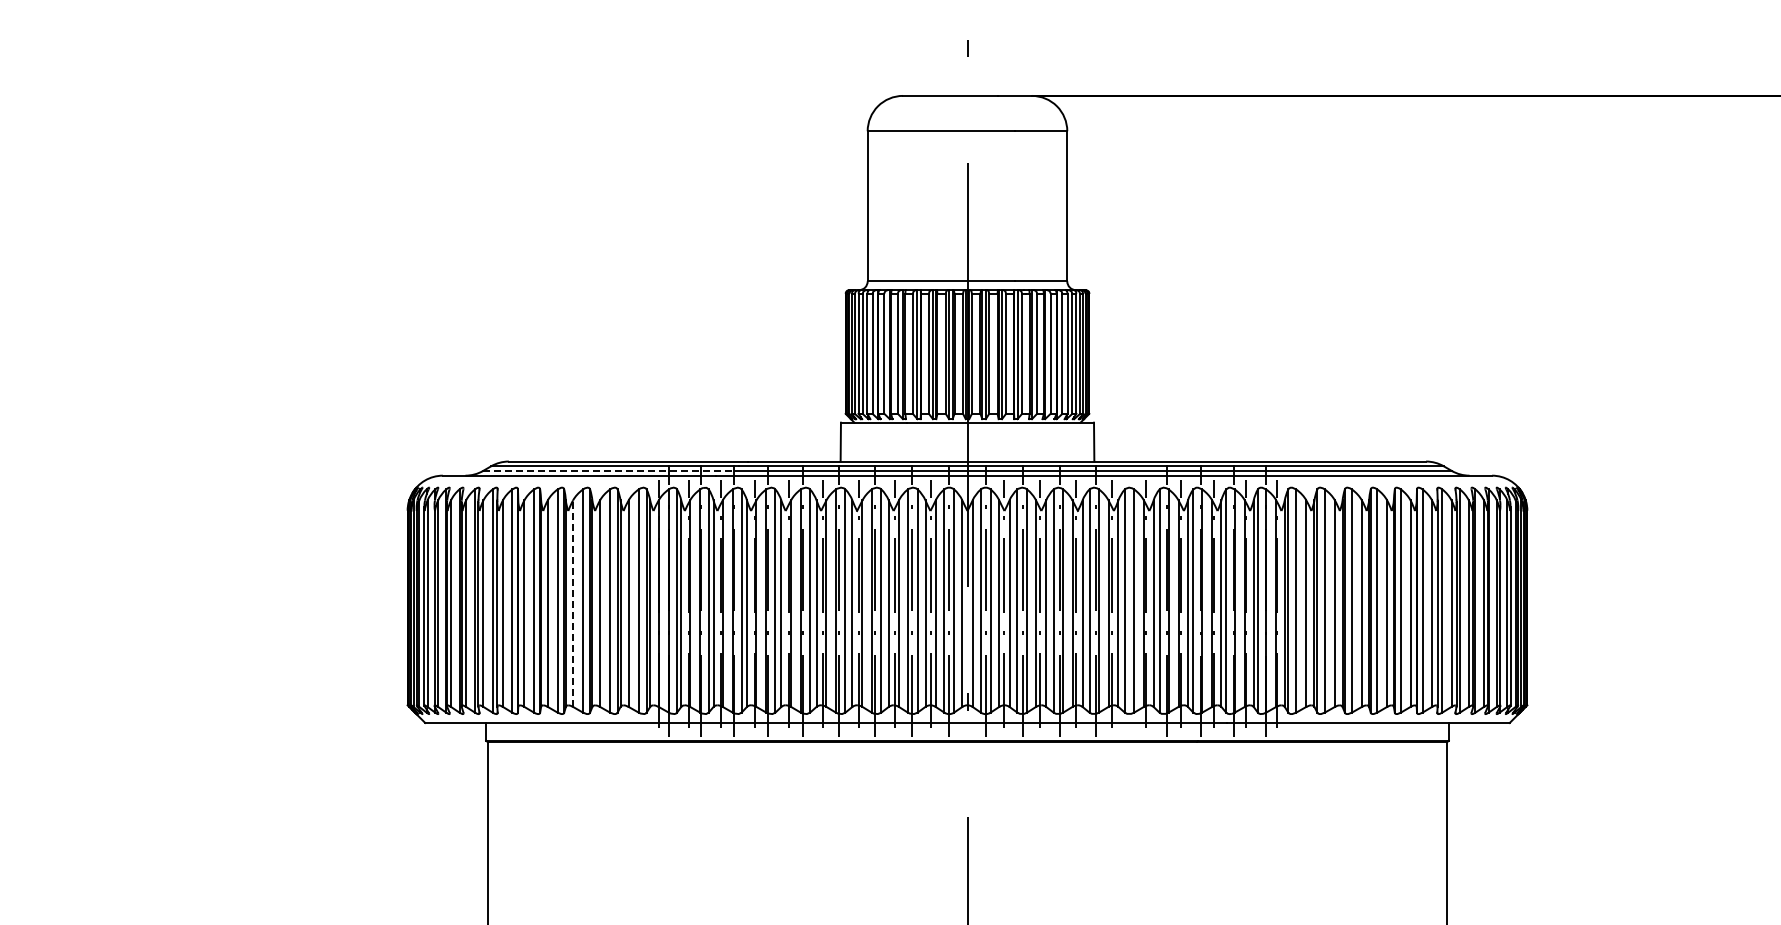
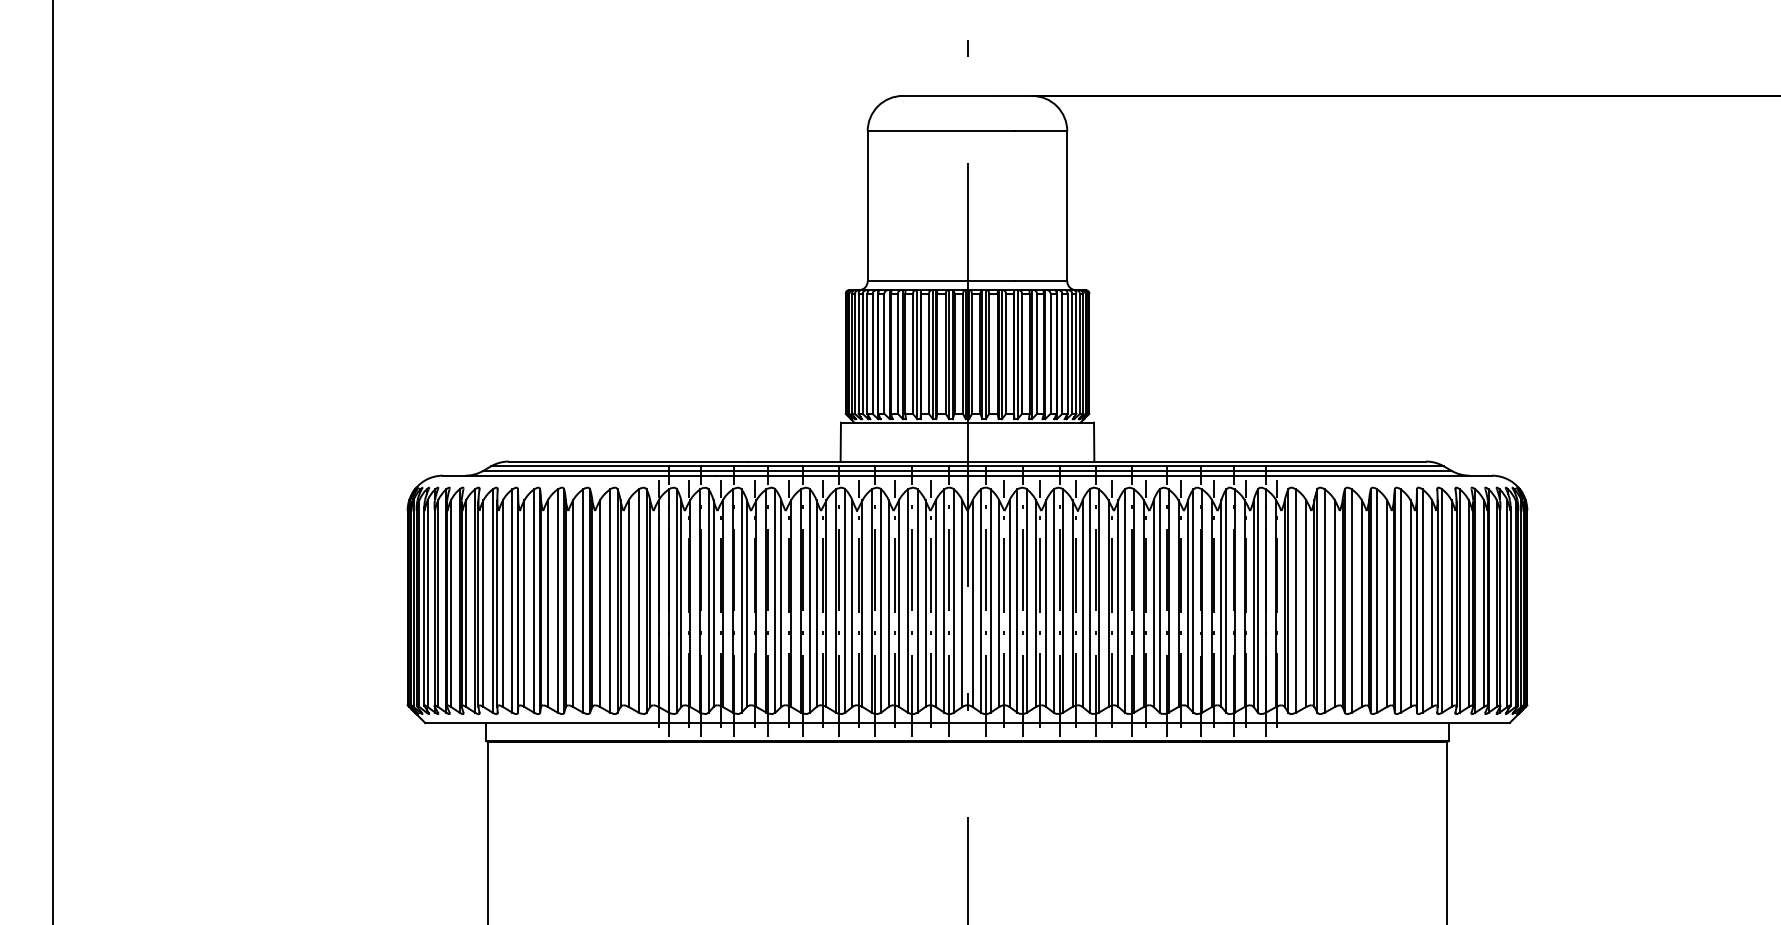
line at (53, 461): none -> present
line at (609, 470): dashed -> solid
line at (1131, 600): none -> present
line at (573, 603): dashed -> solid
